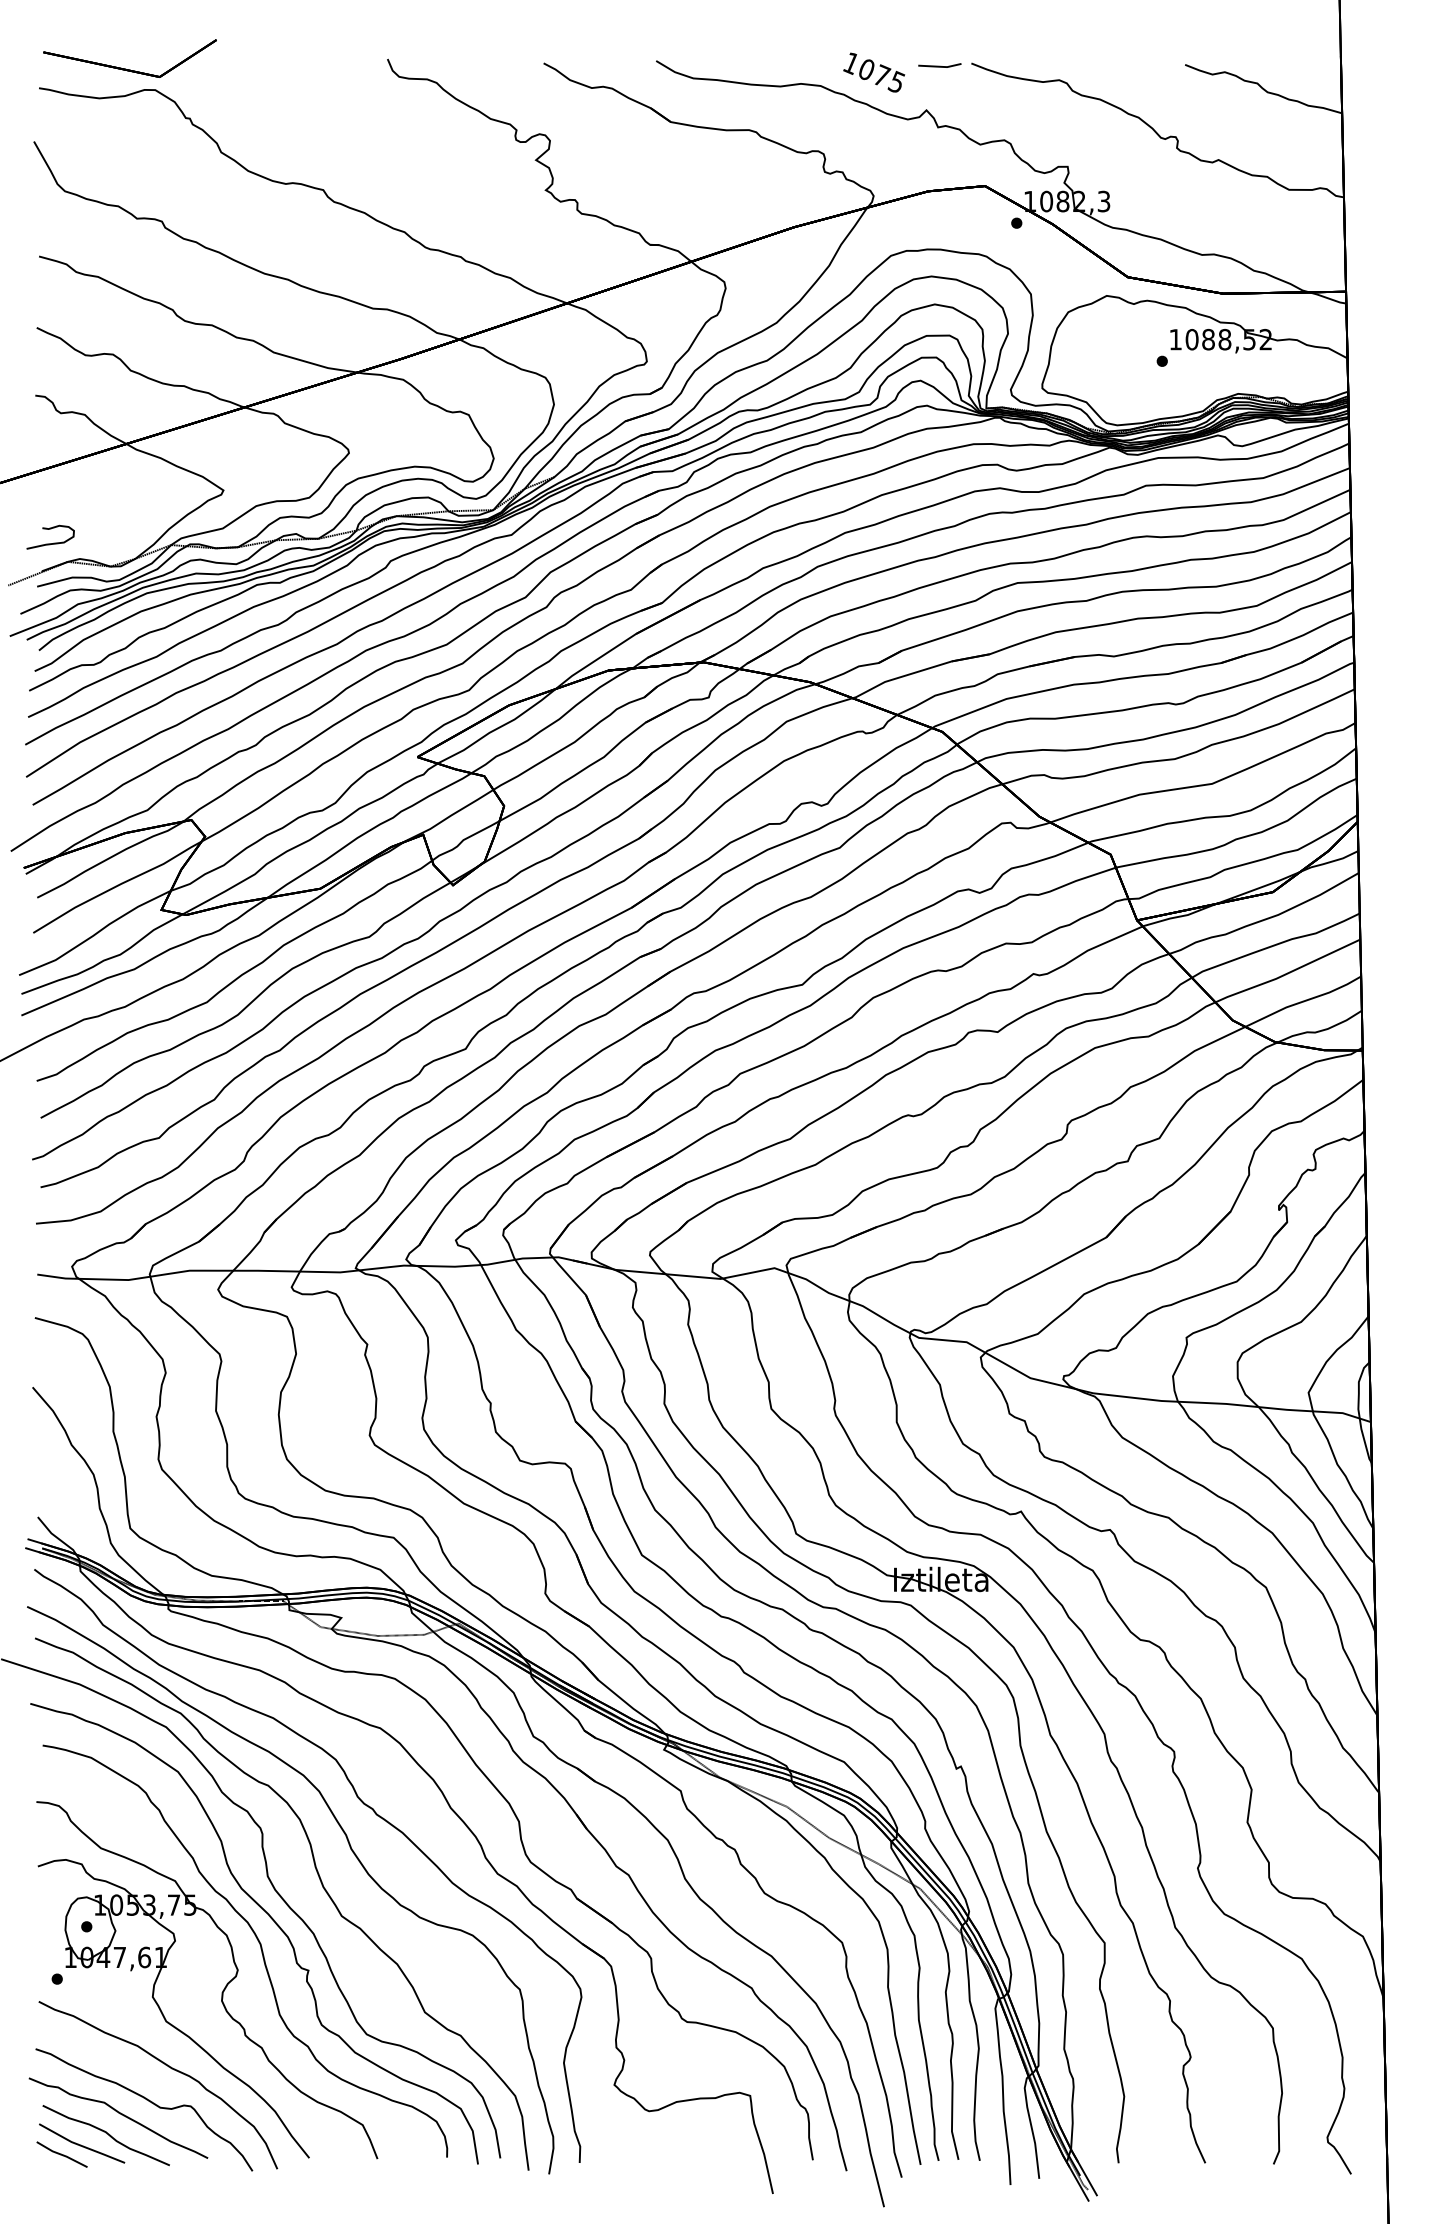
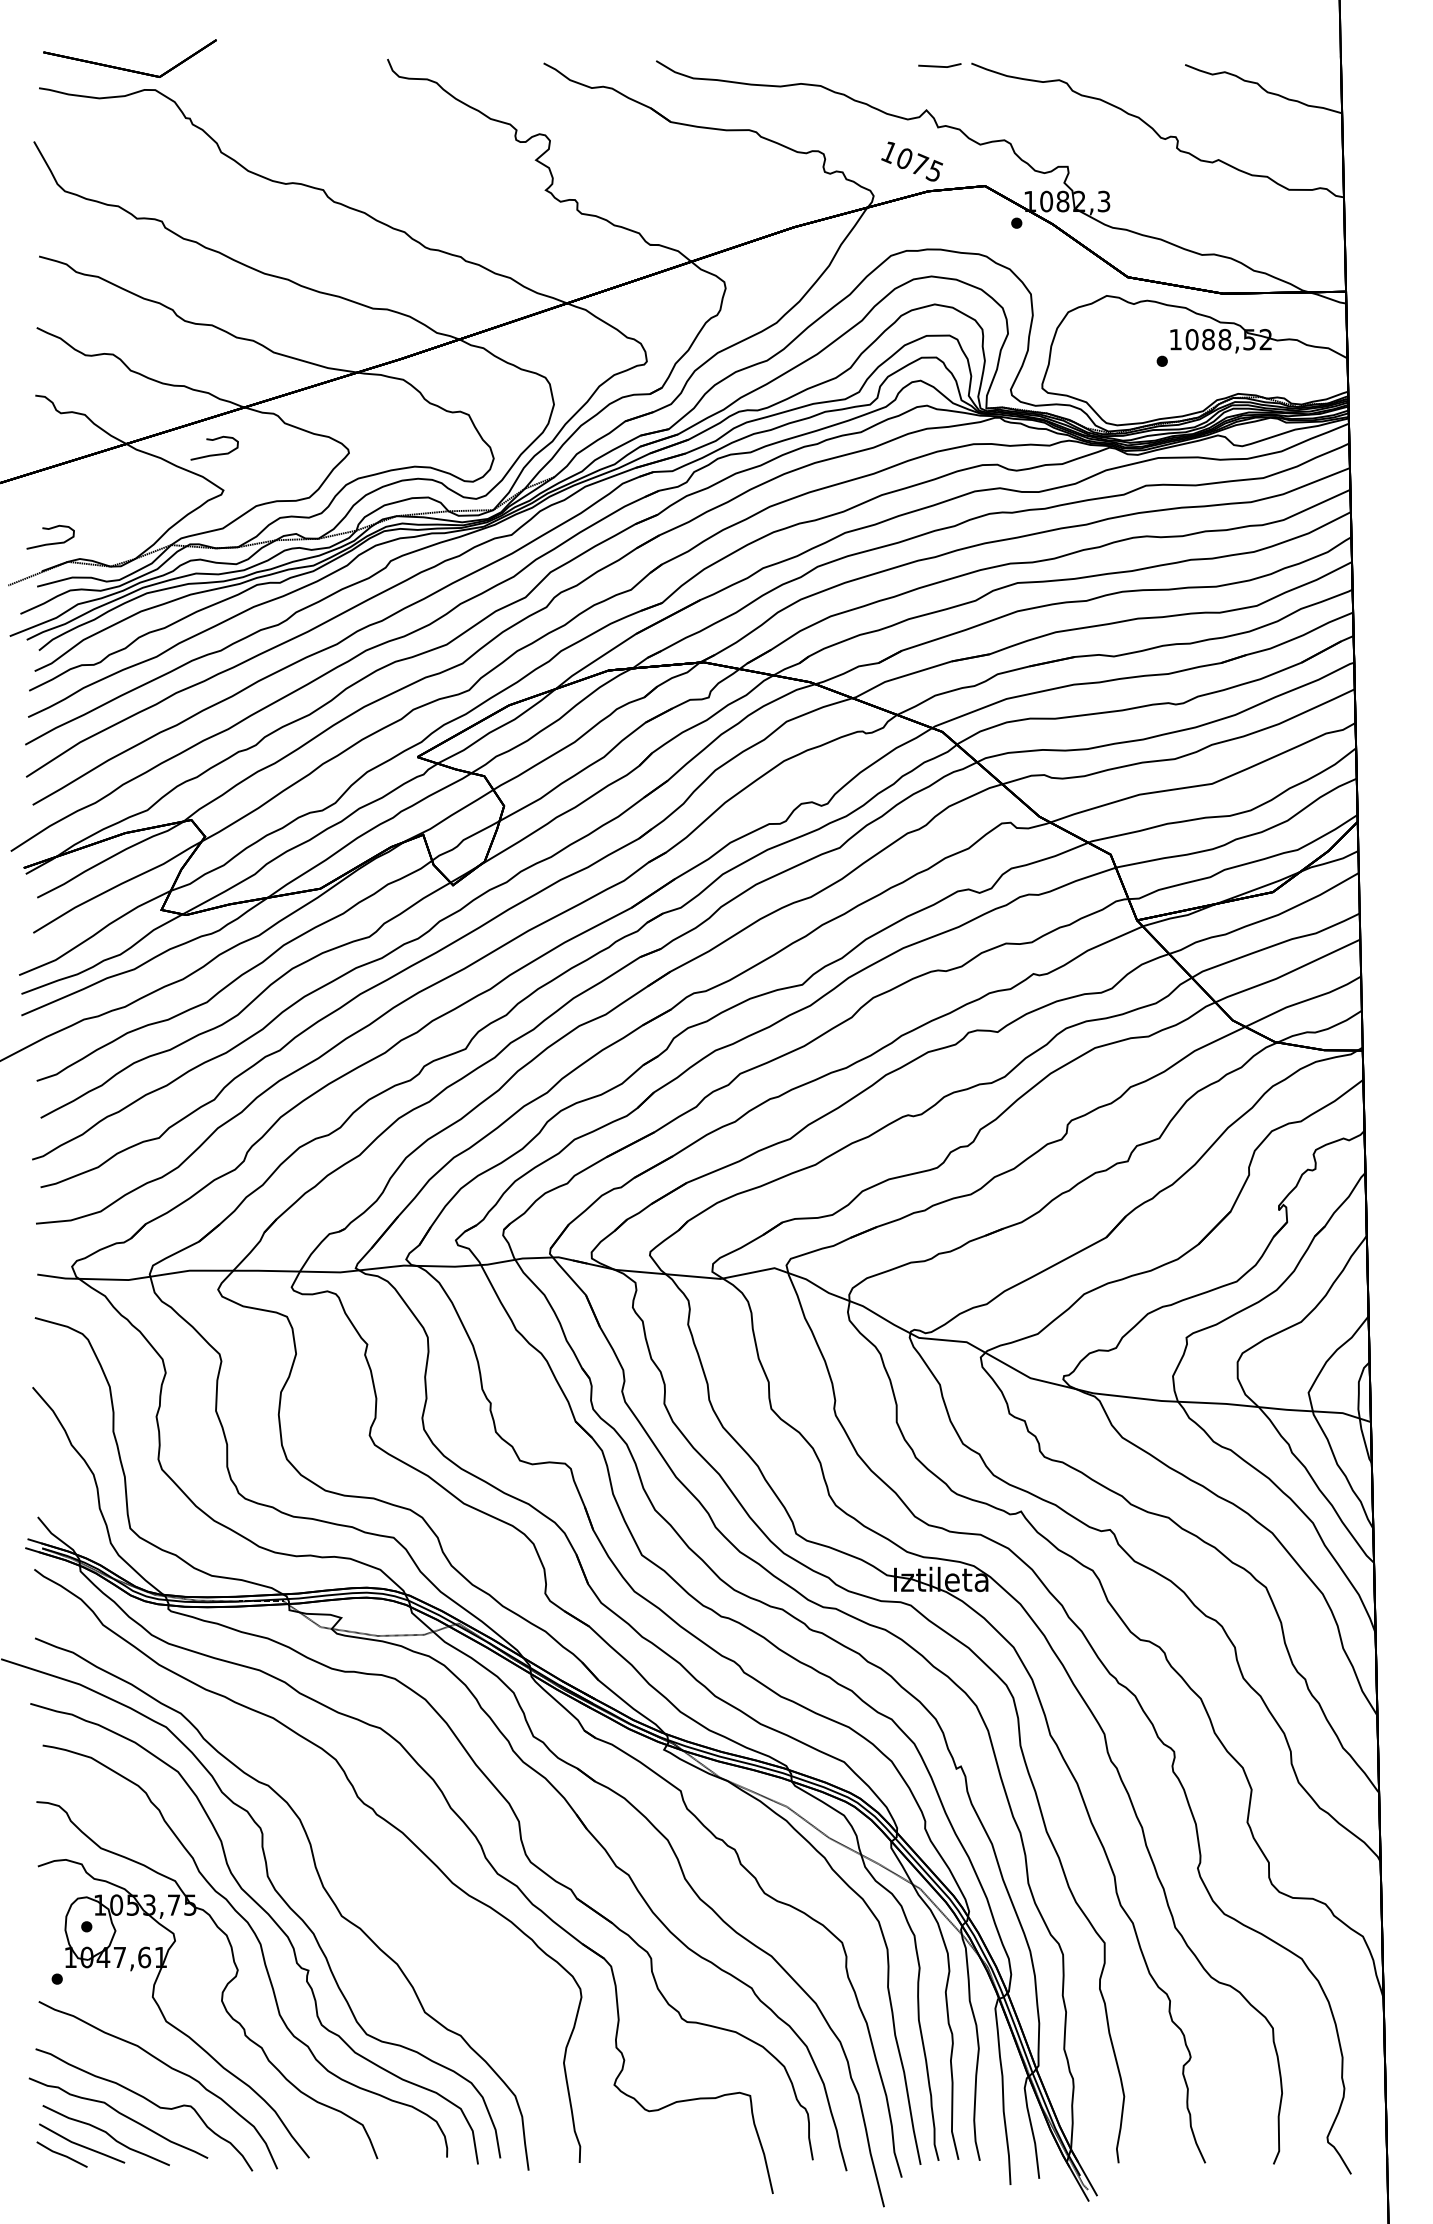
text at (874, 72) position: (874, 72) -> (912, 161)
part at (217, 453): none -> present
part at (351, 1851): present -> none
